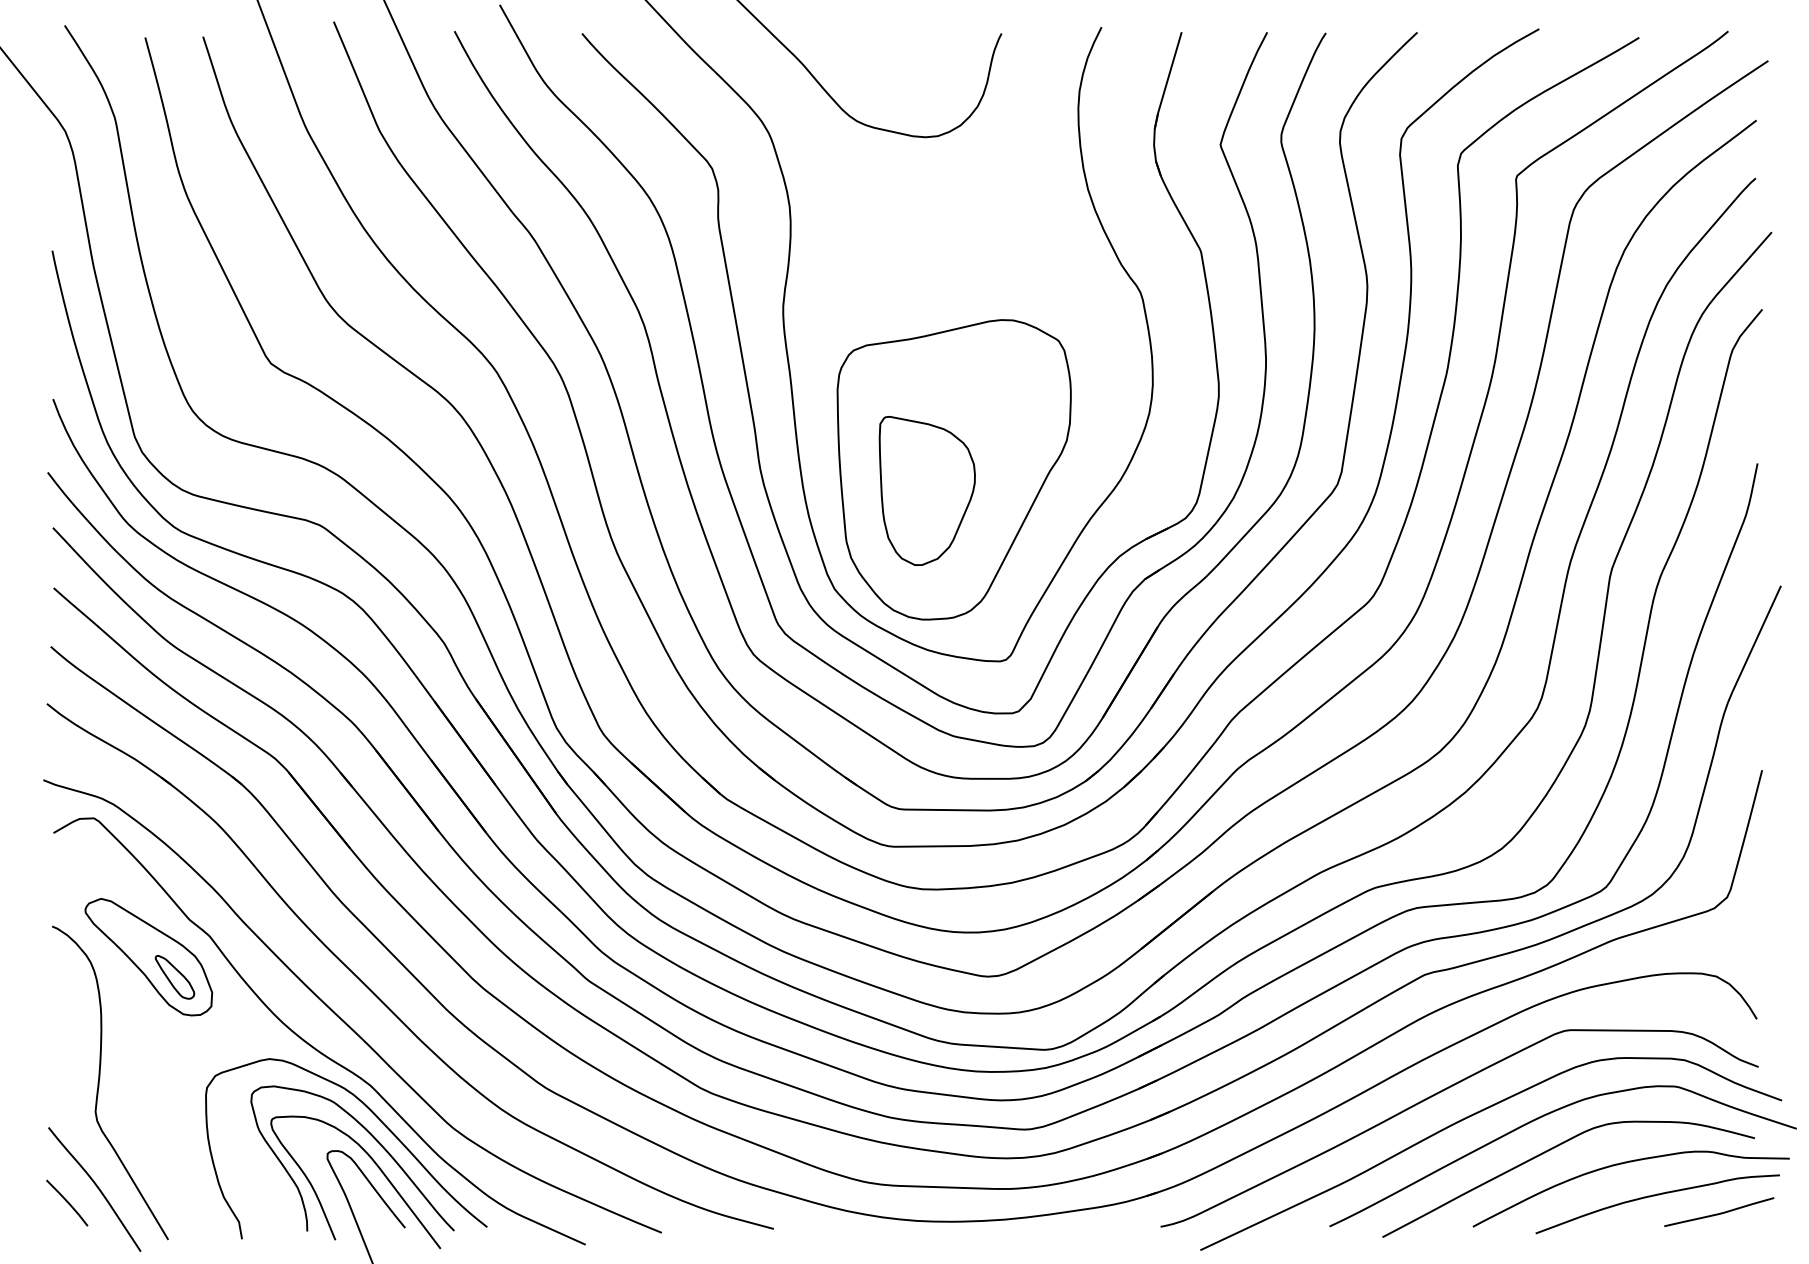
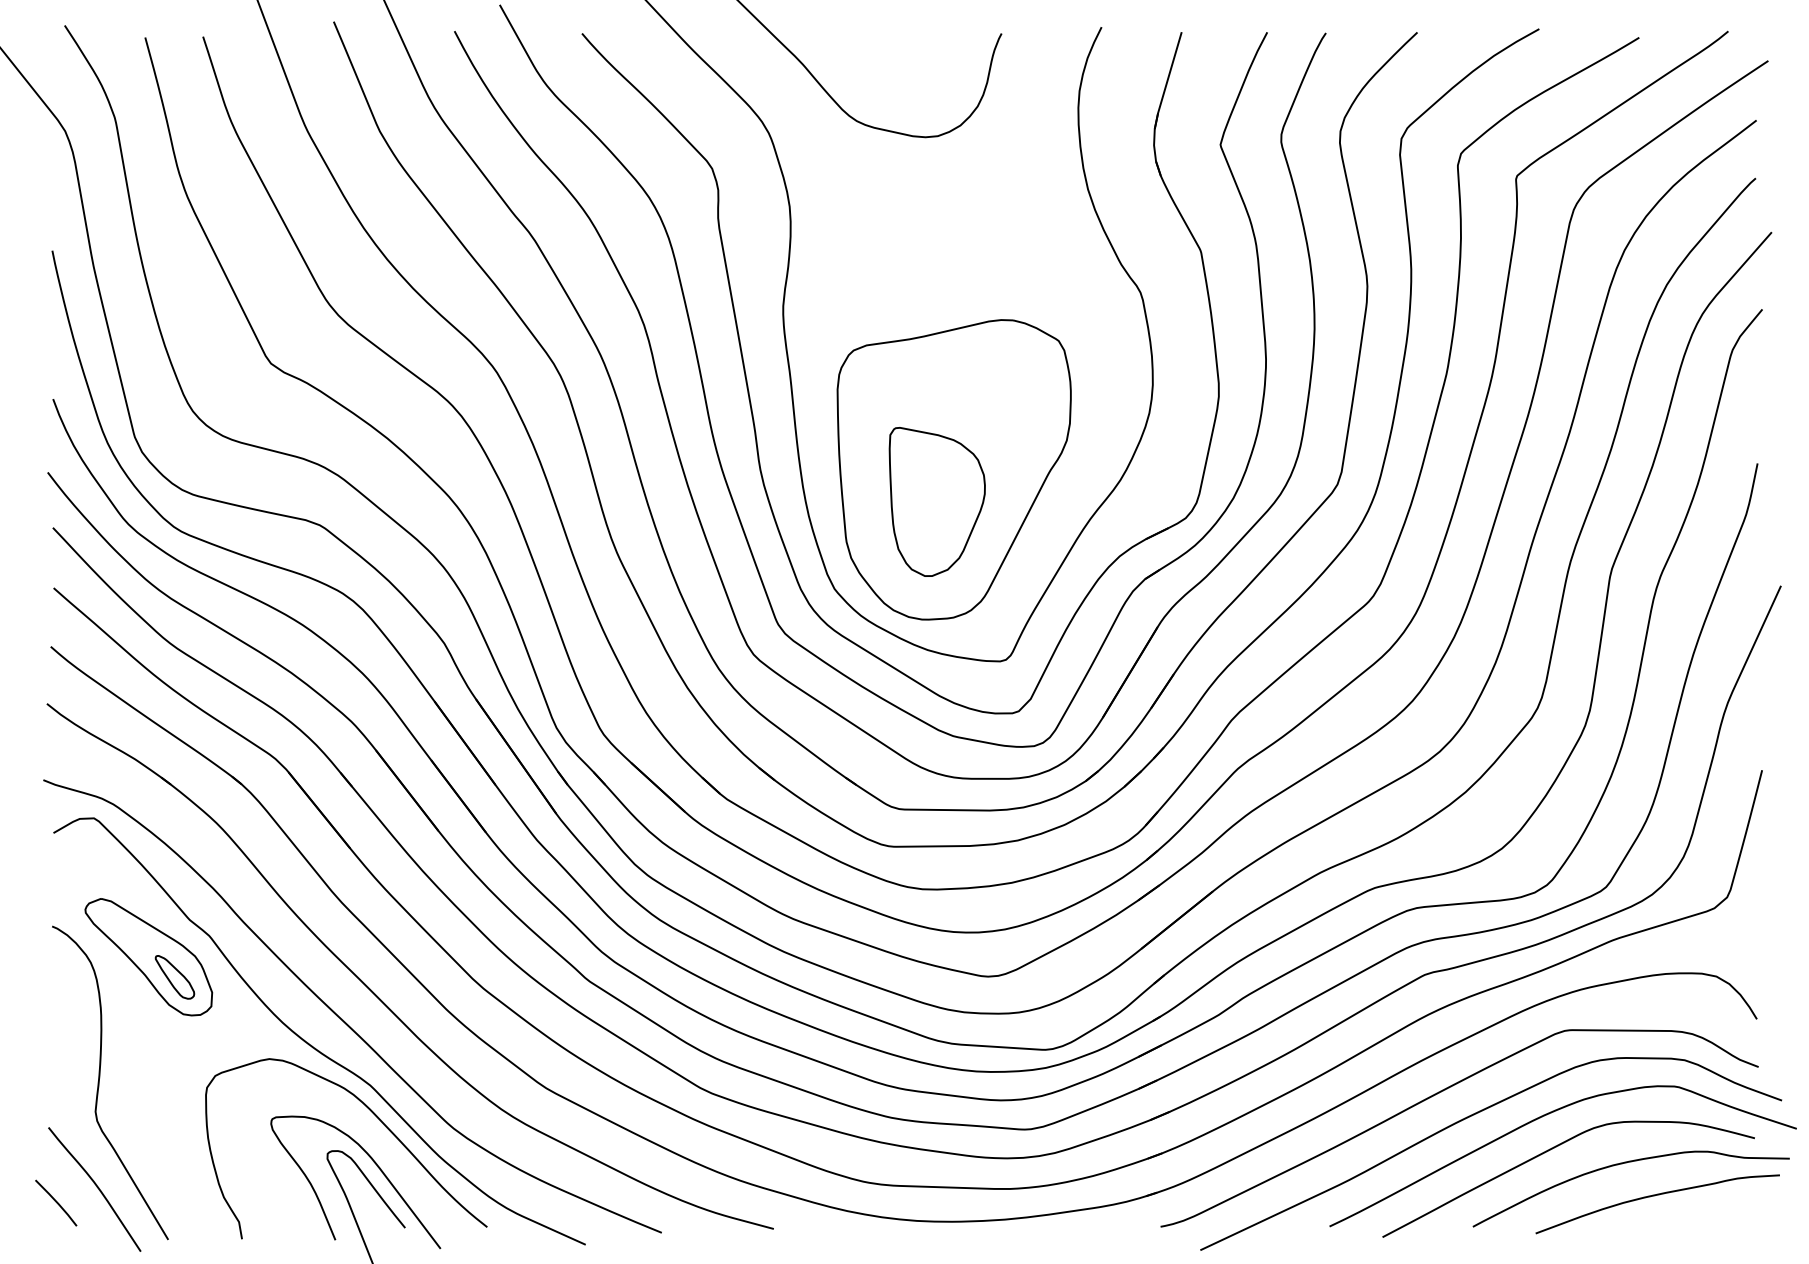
part at (926, 490) position: (926, 490) -> (936, 501)
curve at (372, 1137): present -> none
line at (67, 1202) position: (67, 1202) -> (56, 1202)
curve at (1720, 1212): present -> none
